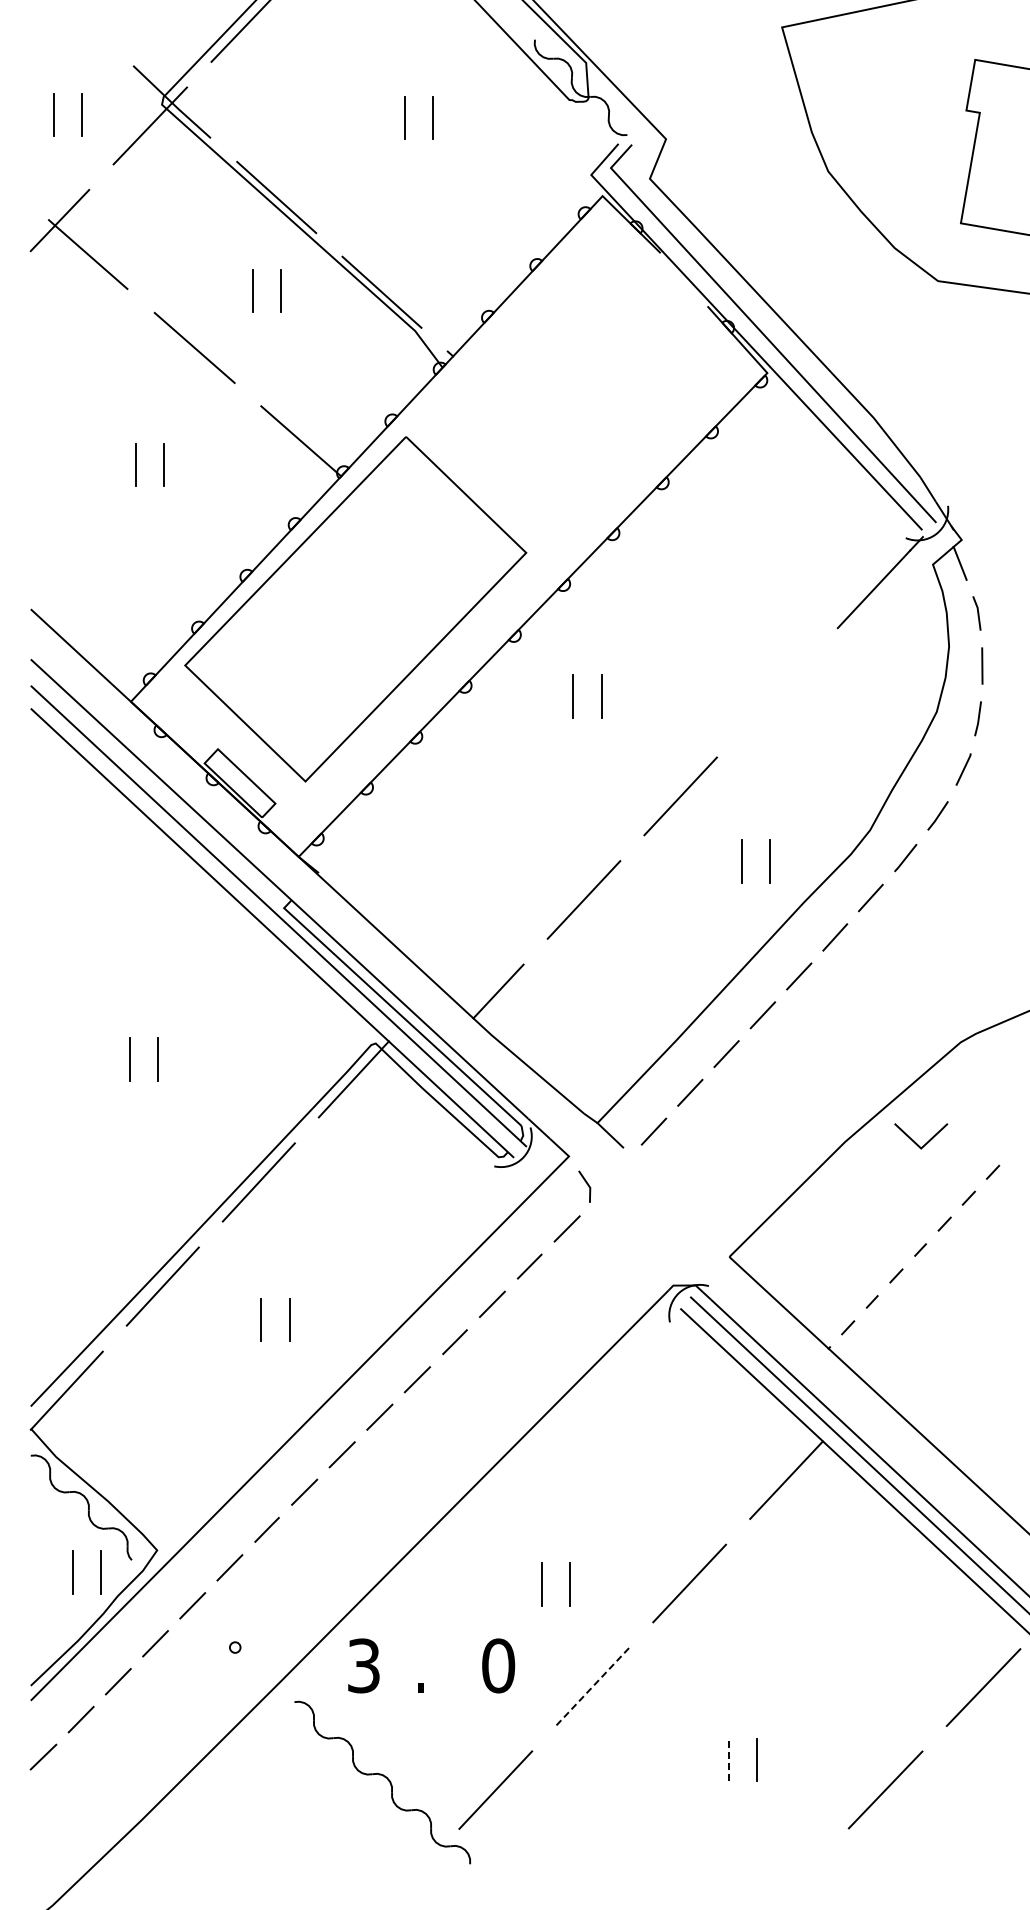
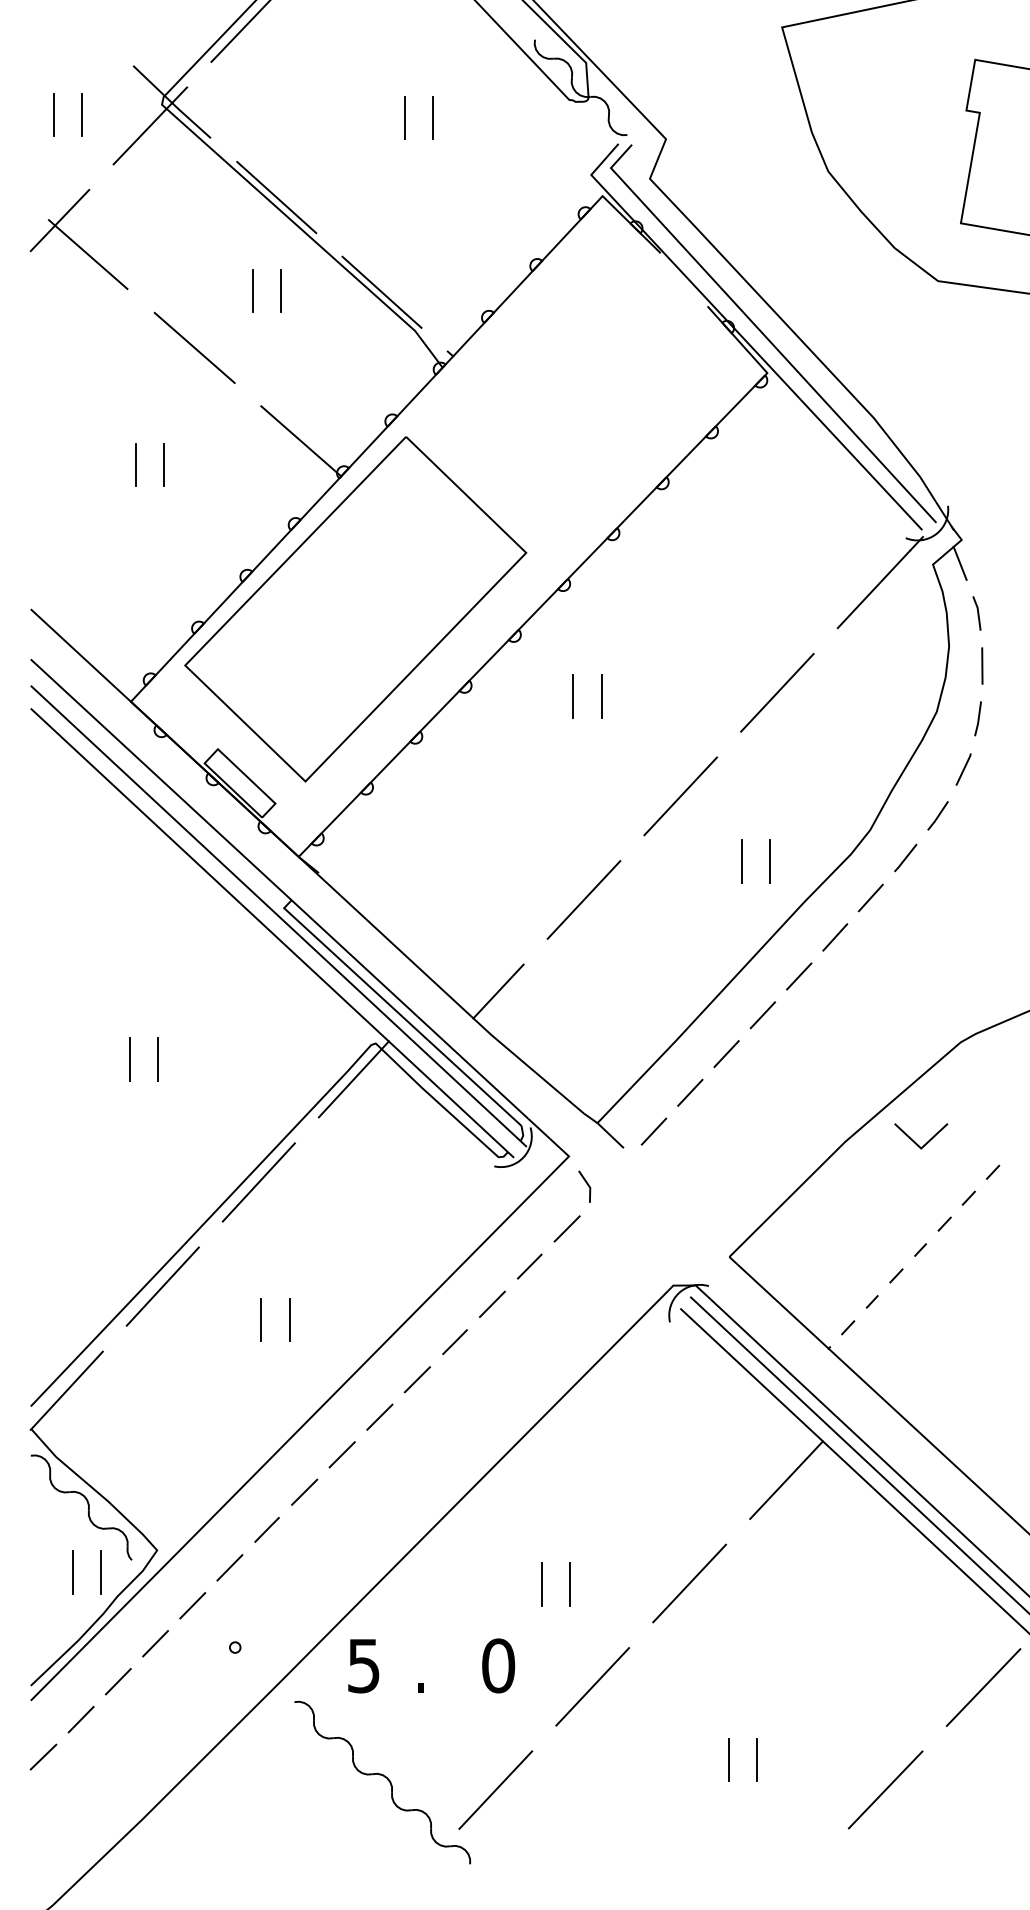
line at (777, 692): none -> present
text at (363, 1665): 3 -> 5
line at (592, 1687): dashed -> solid
line at (728, 1759): dashed -> solid
